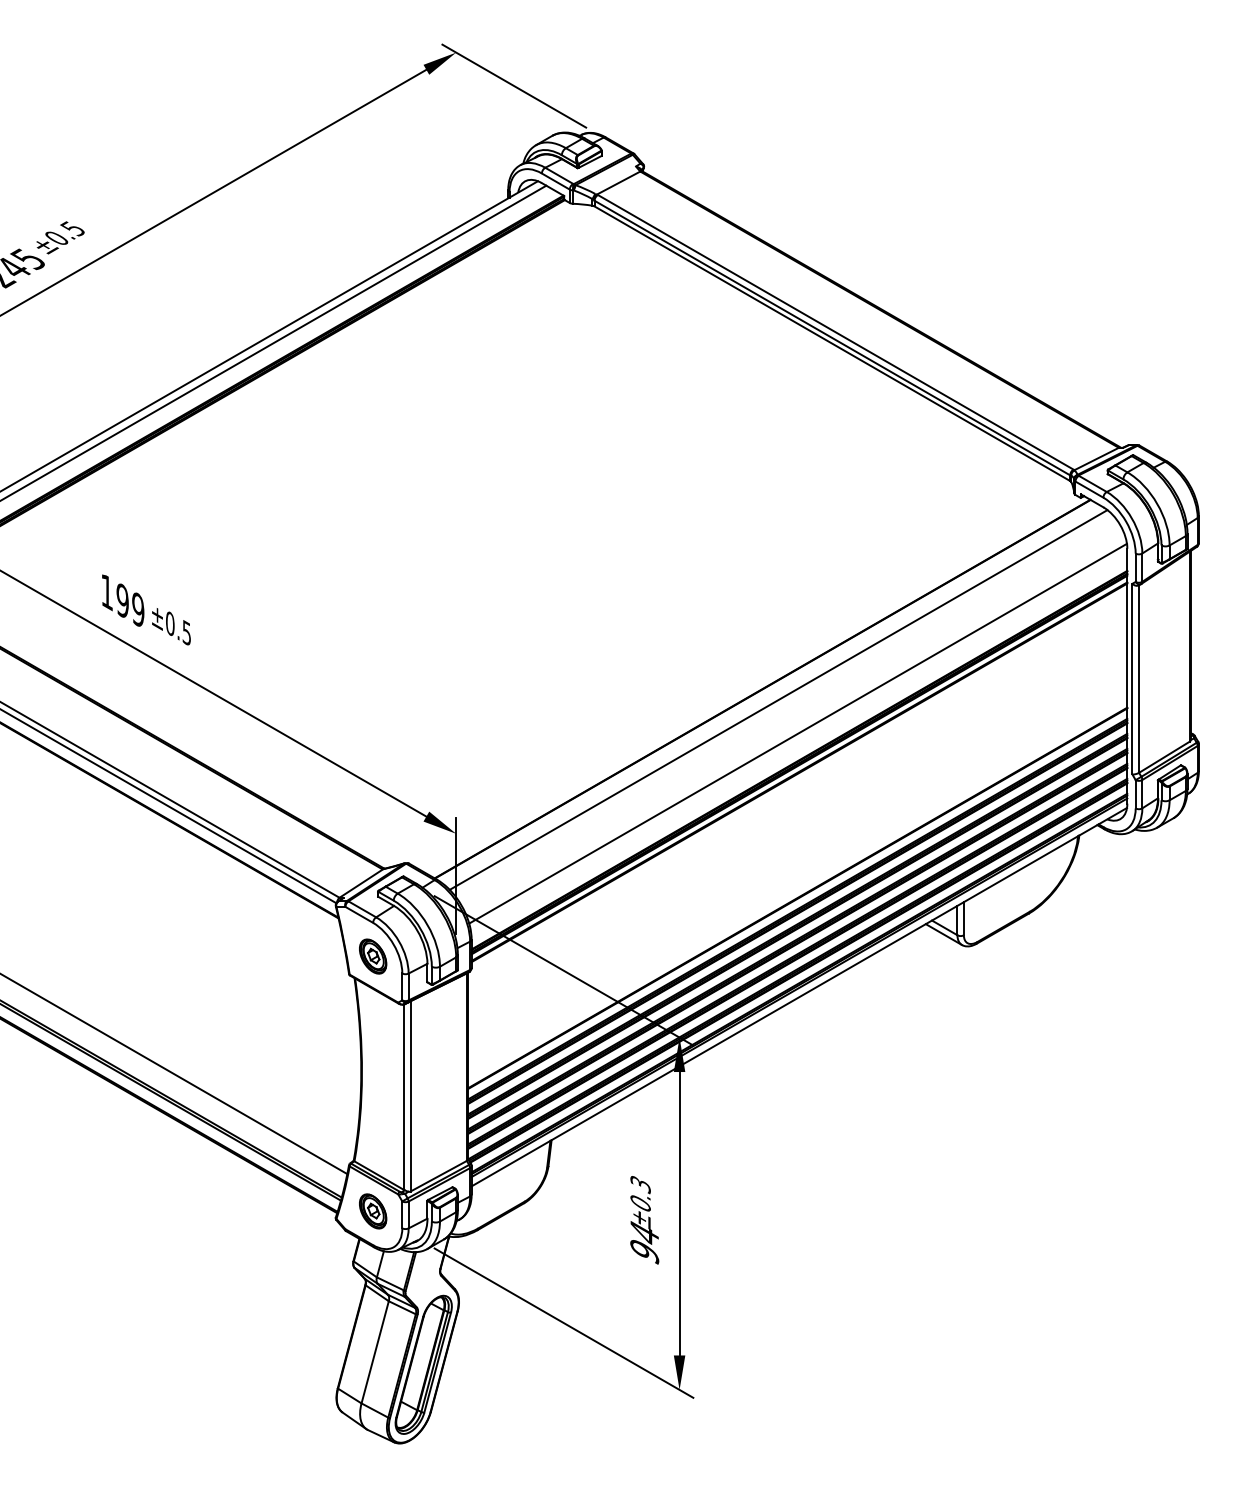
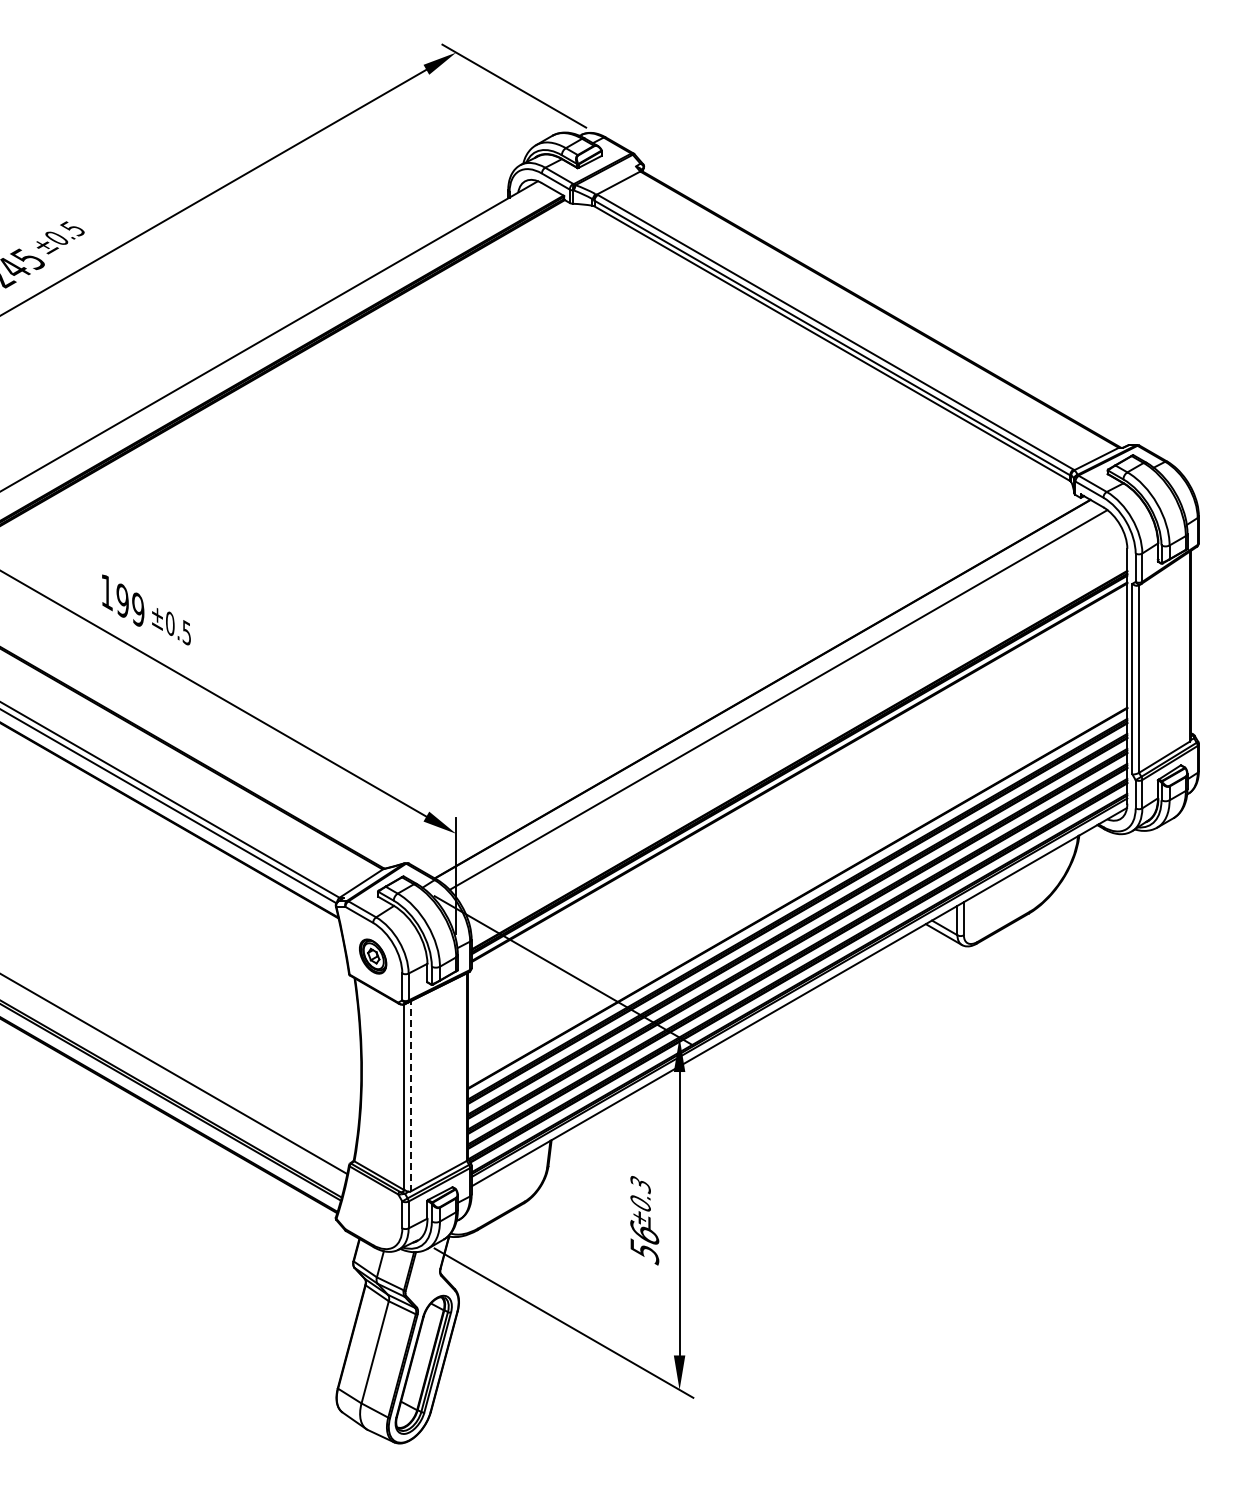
line at (274, 342): present -> none
line at (797, 733): present -> none
line at (410, 1095): solid -> dashed
part at (373, 1211): present -> none
text at (644, 1242): 94 -> 56
